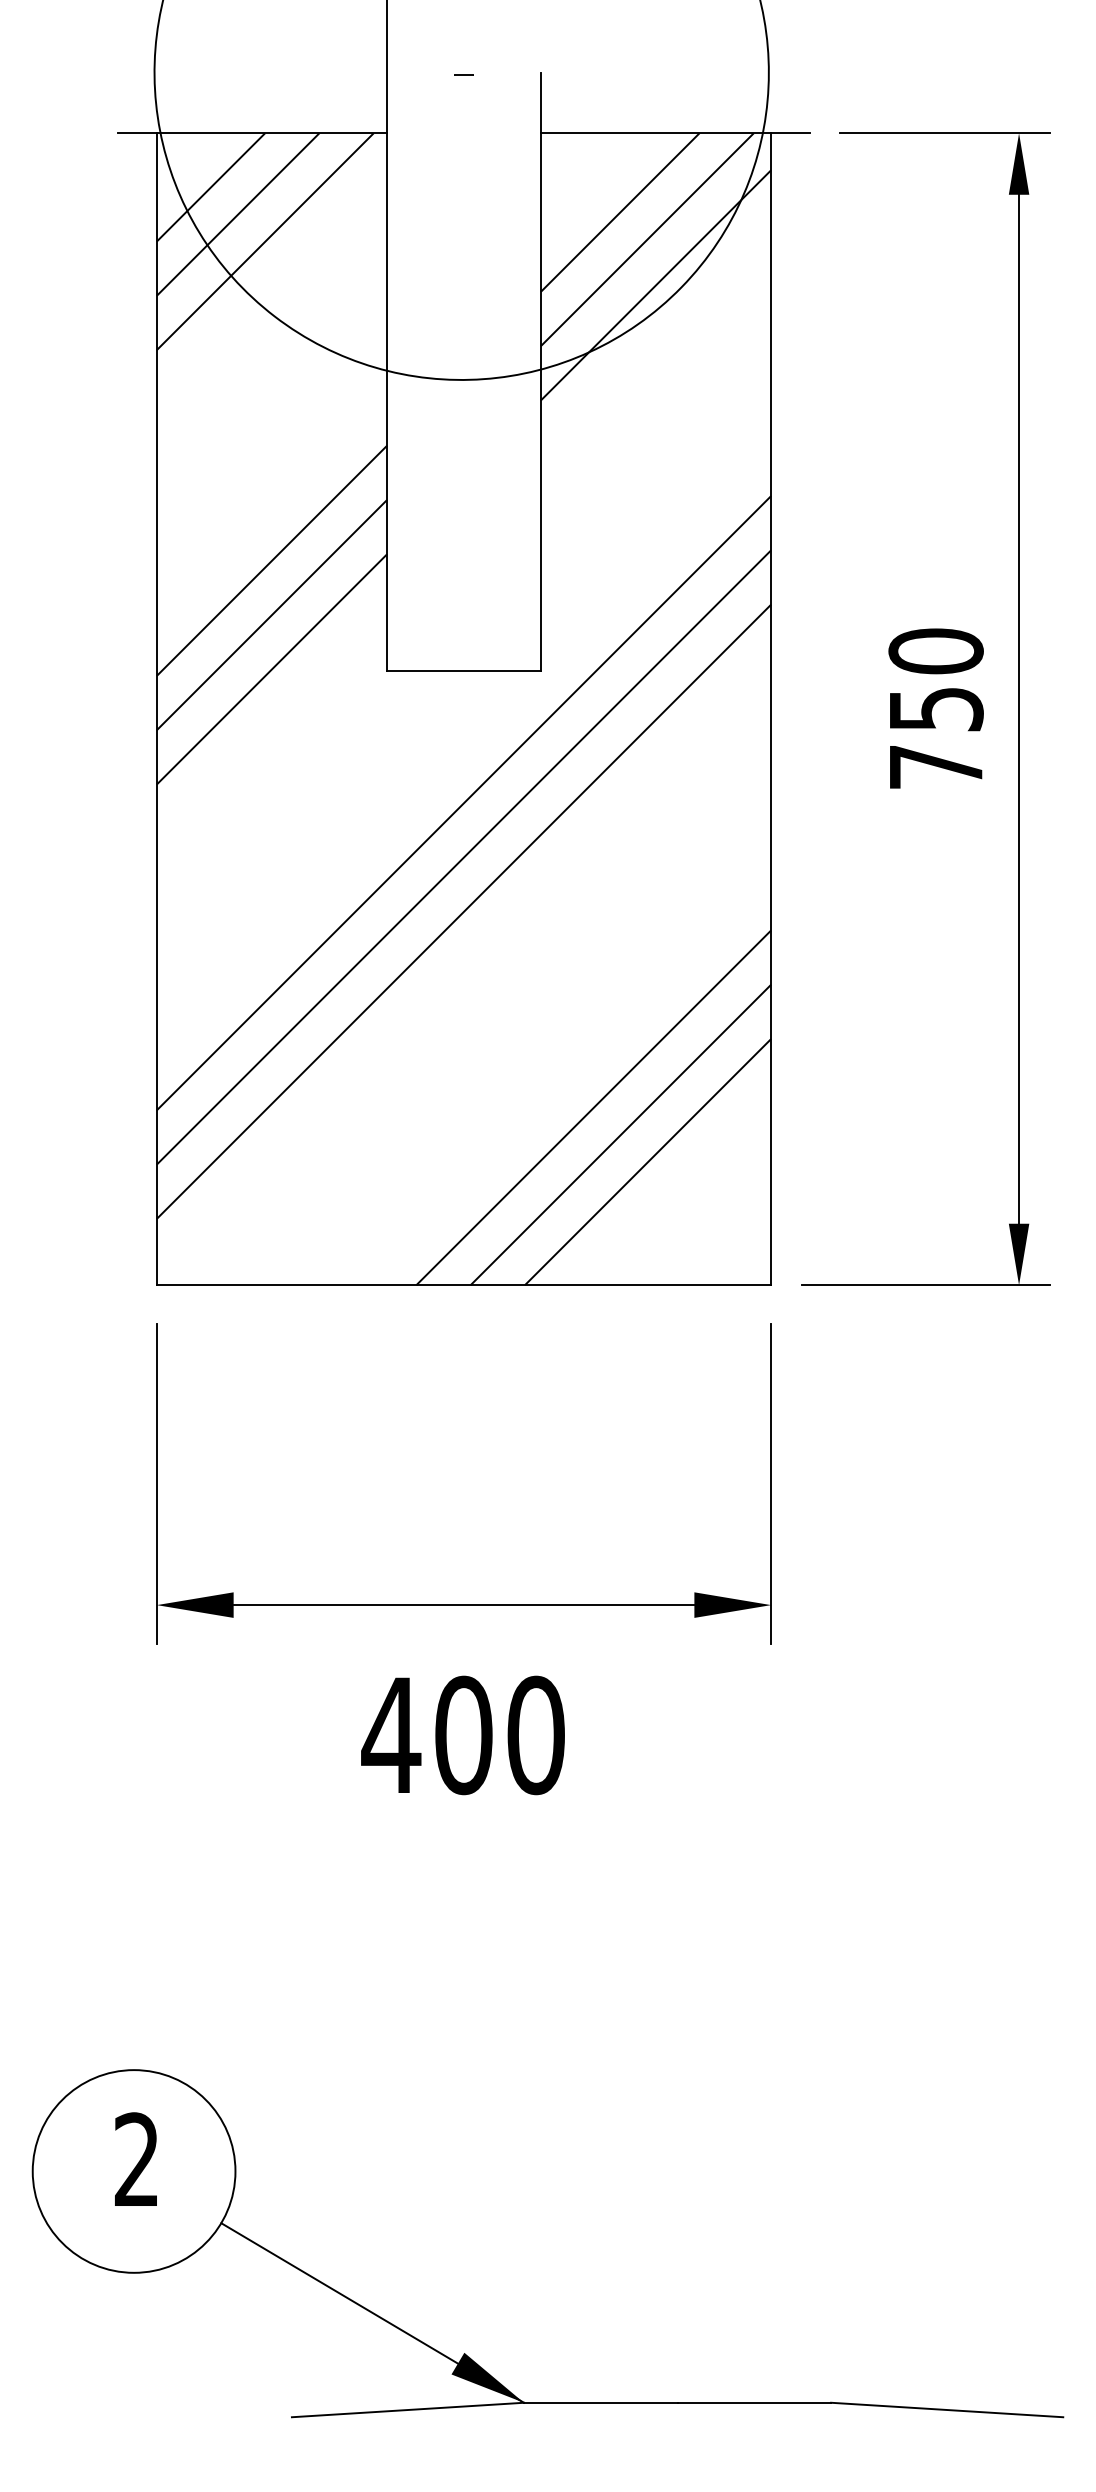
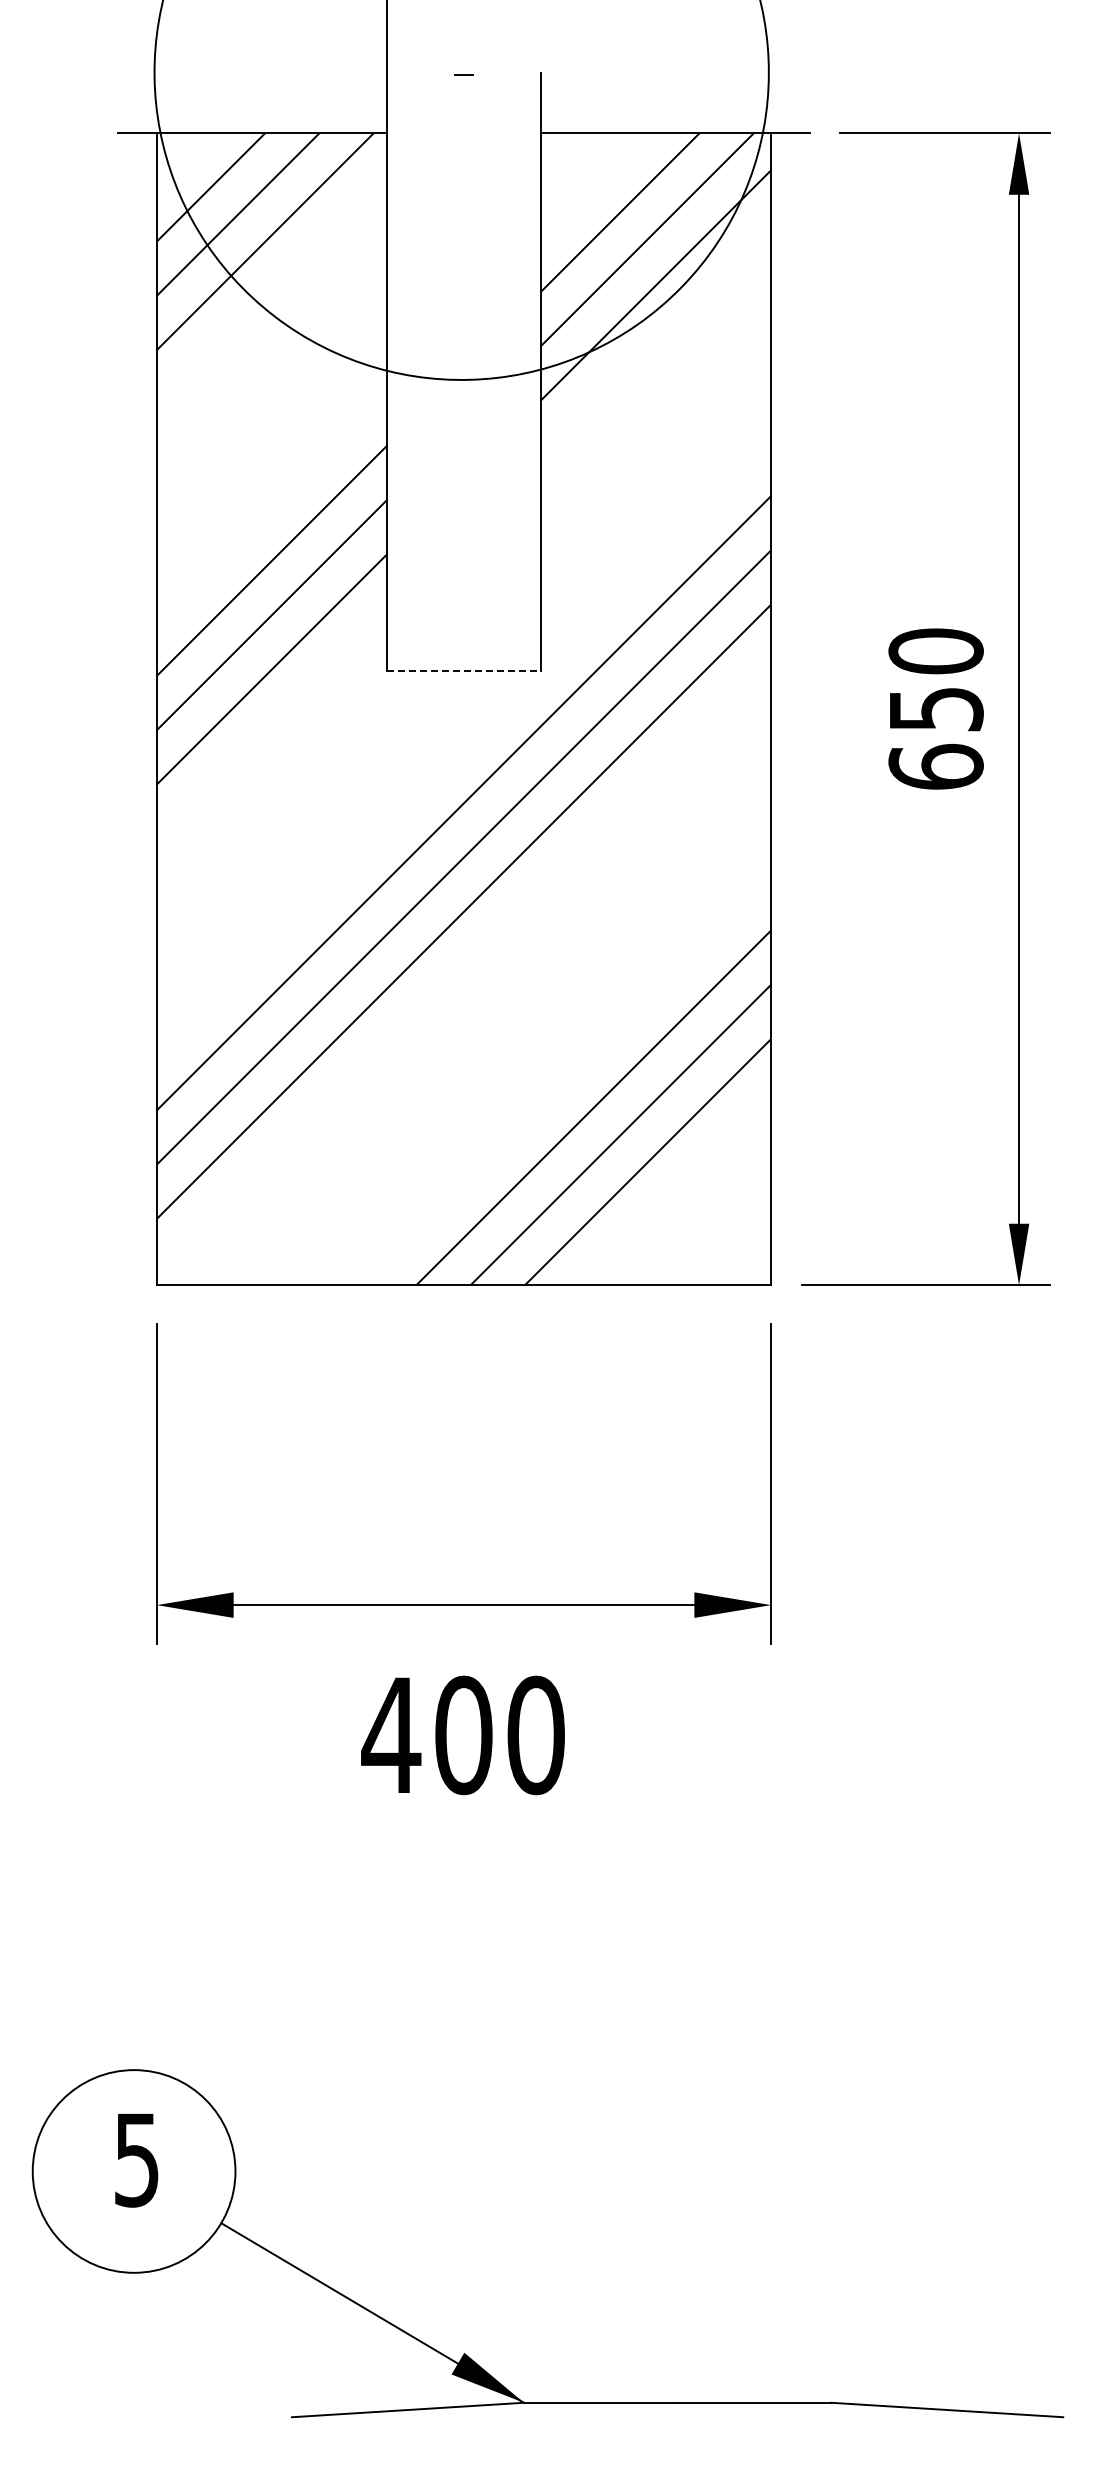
line at (464, 670): solid -> dashed
text at (935, 766): 750 -> 650
text at (136, 2159): 2 -> 5
